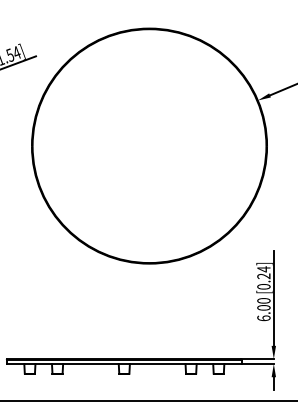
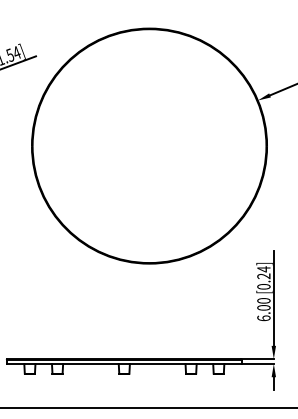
line at (148, 400) position: (148, 400) -> (148, 407)
